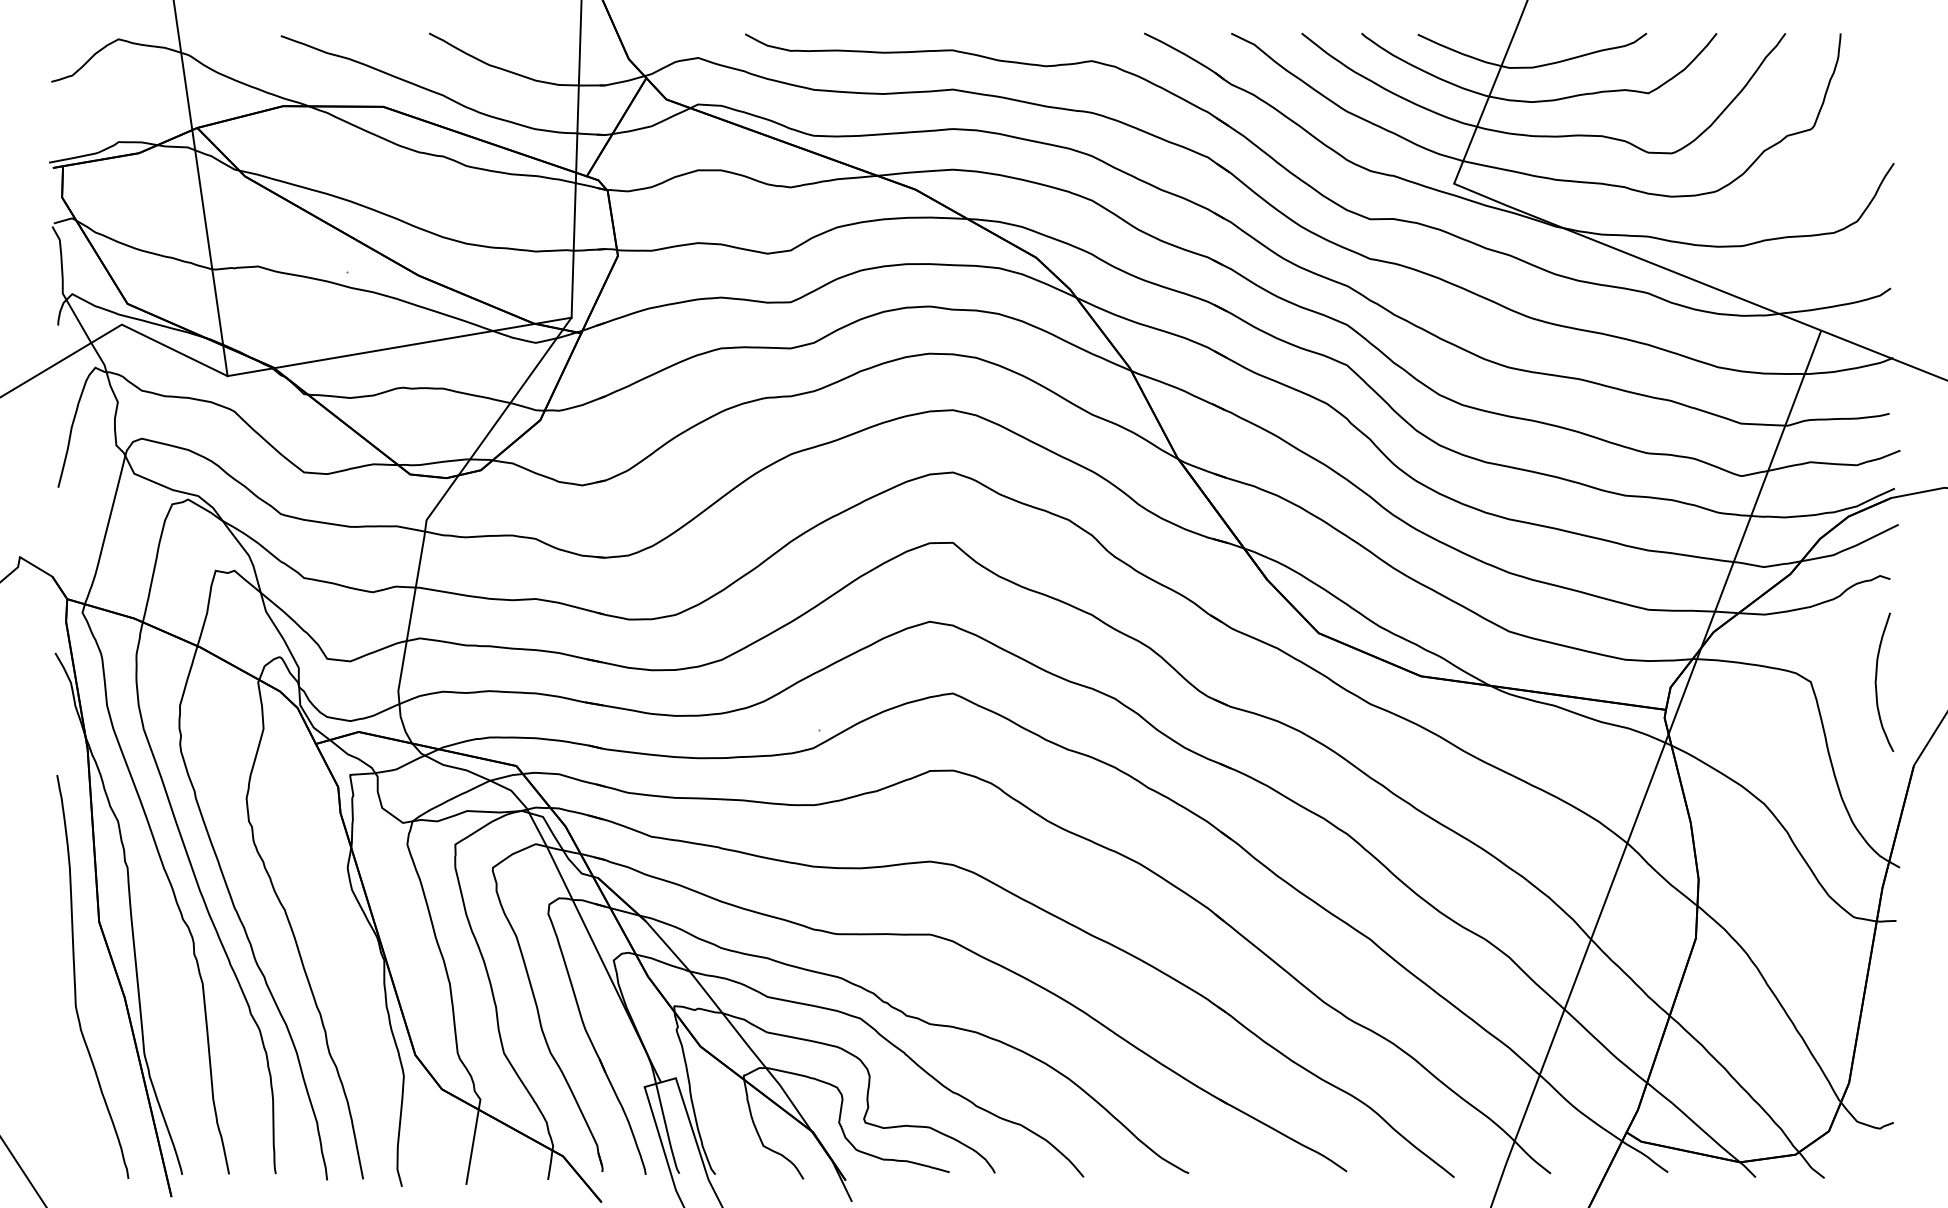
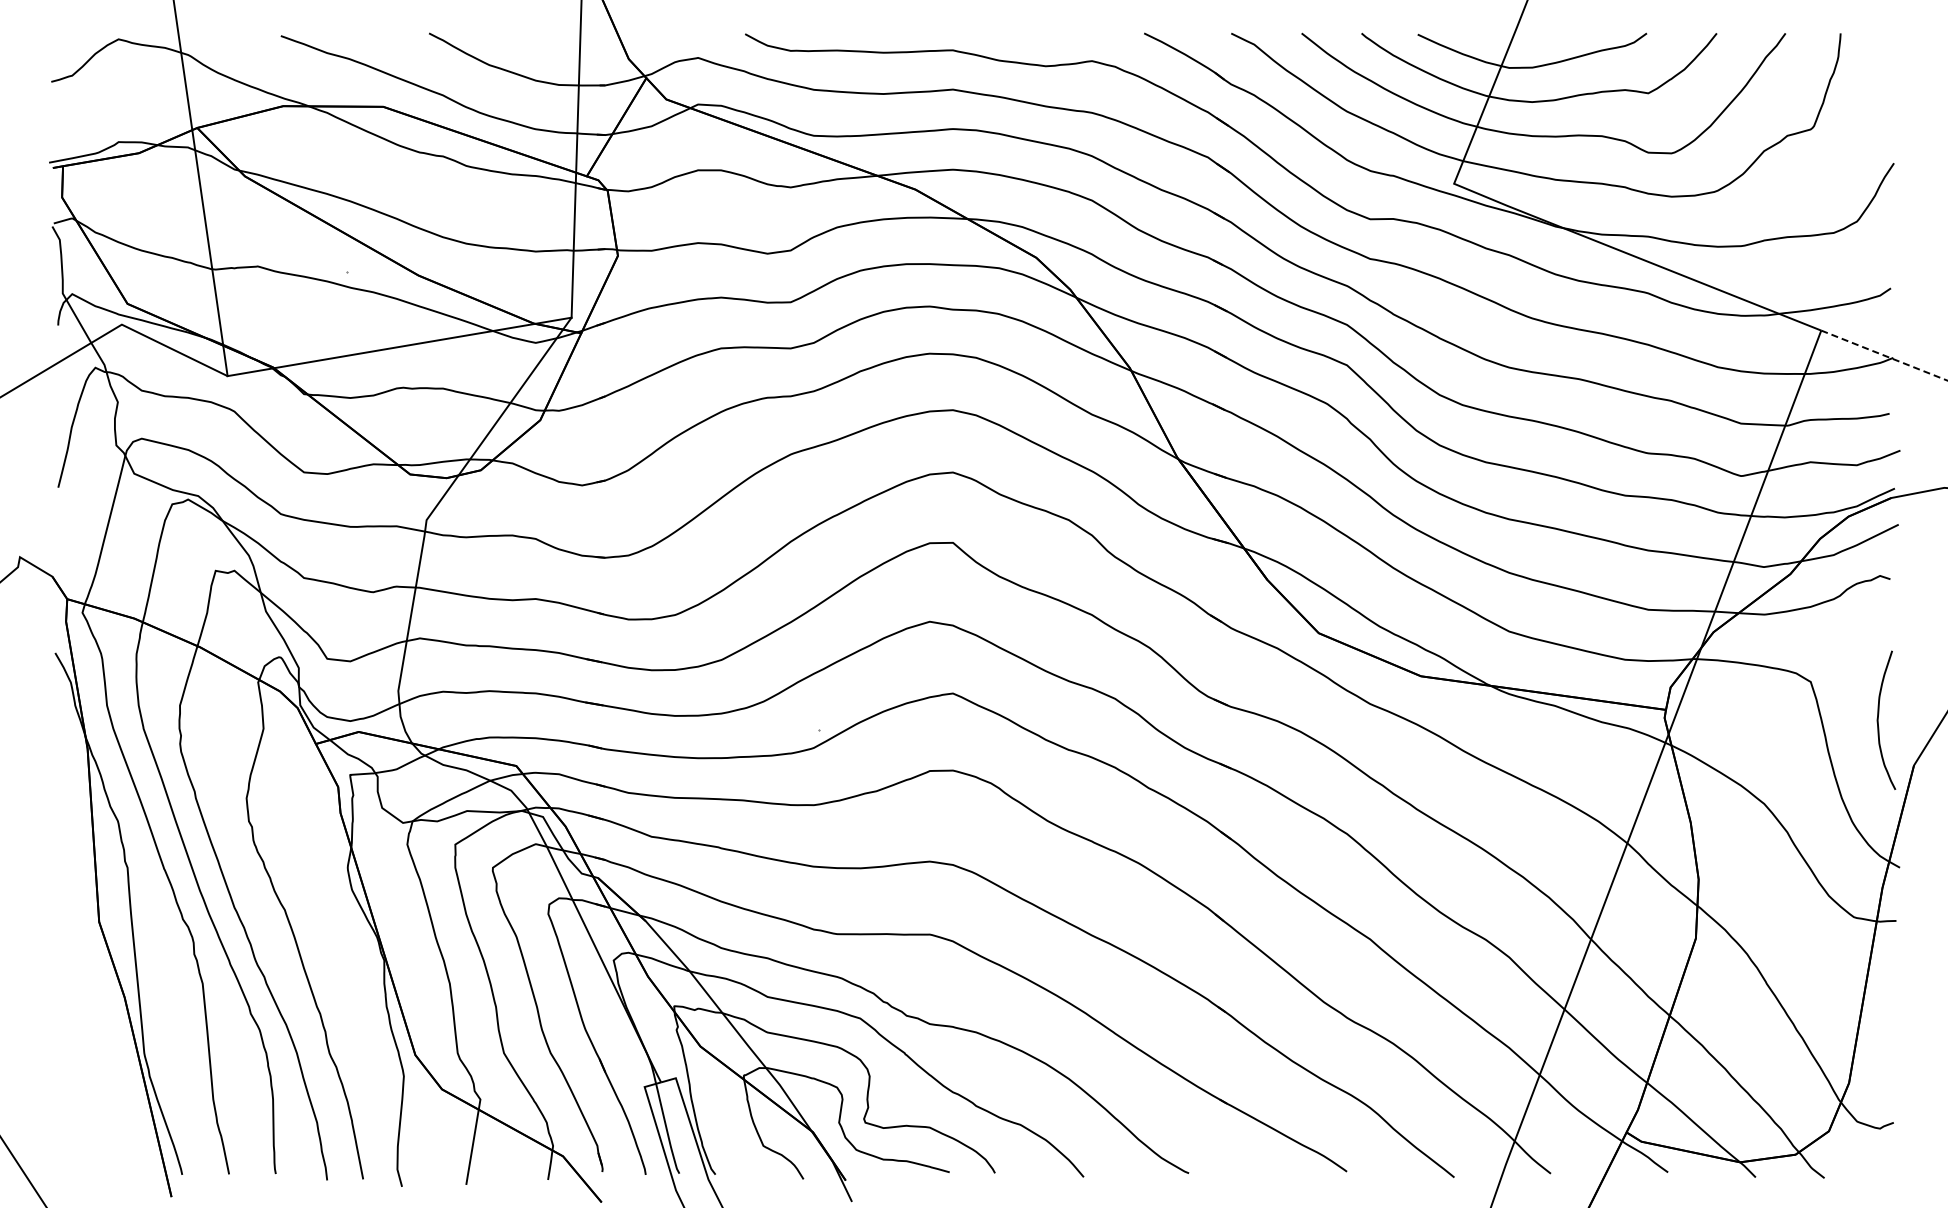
line at (1884, 355): solid -> dashed
curve at (1876, 681) position: (1876, 681) -> (1878, 719)
curve at (75, 976): present -> none
